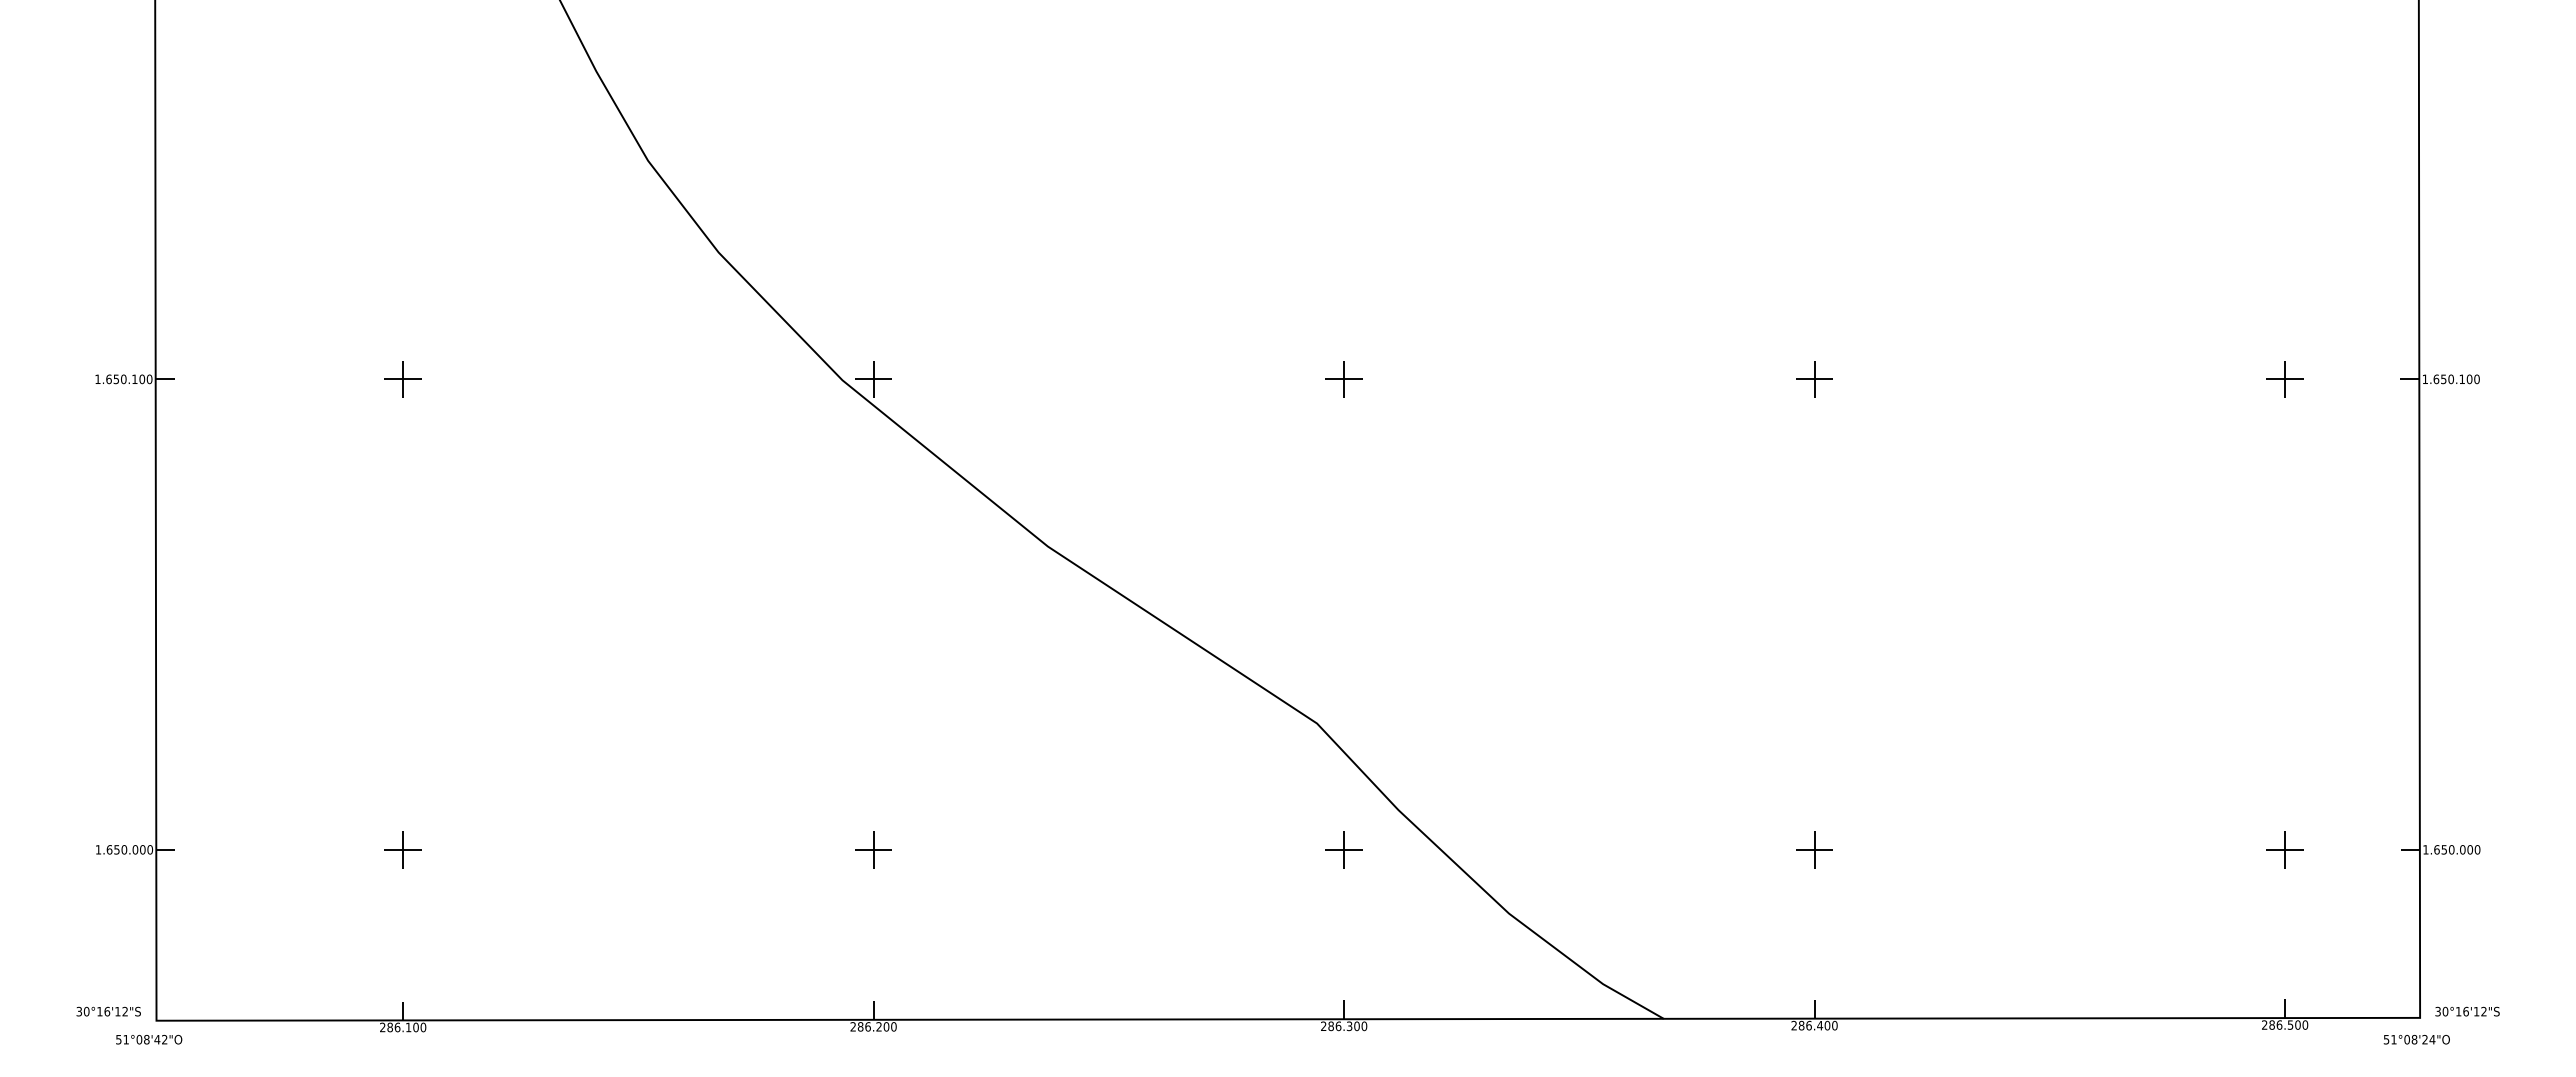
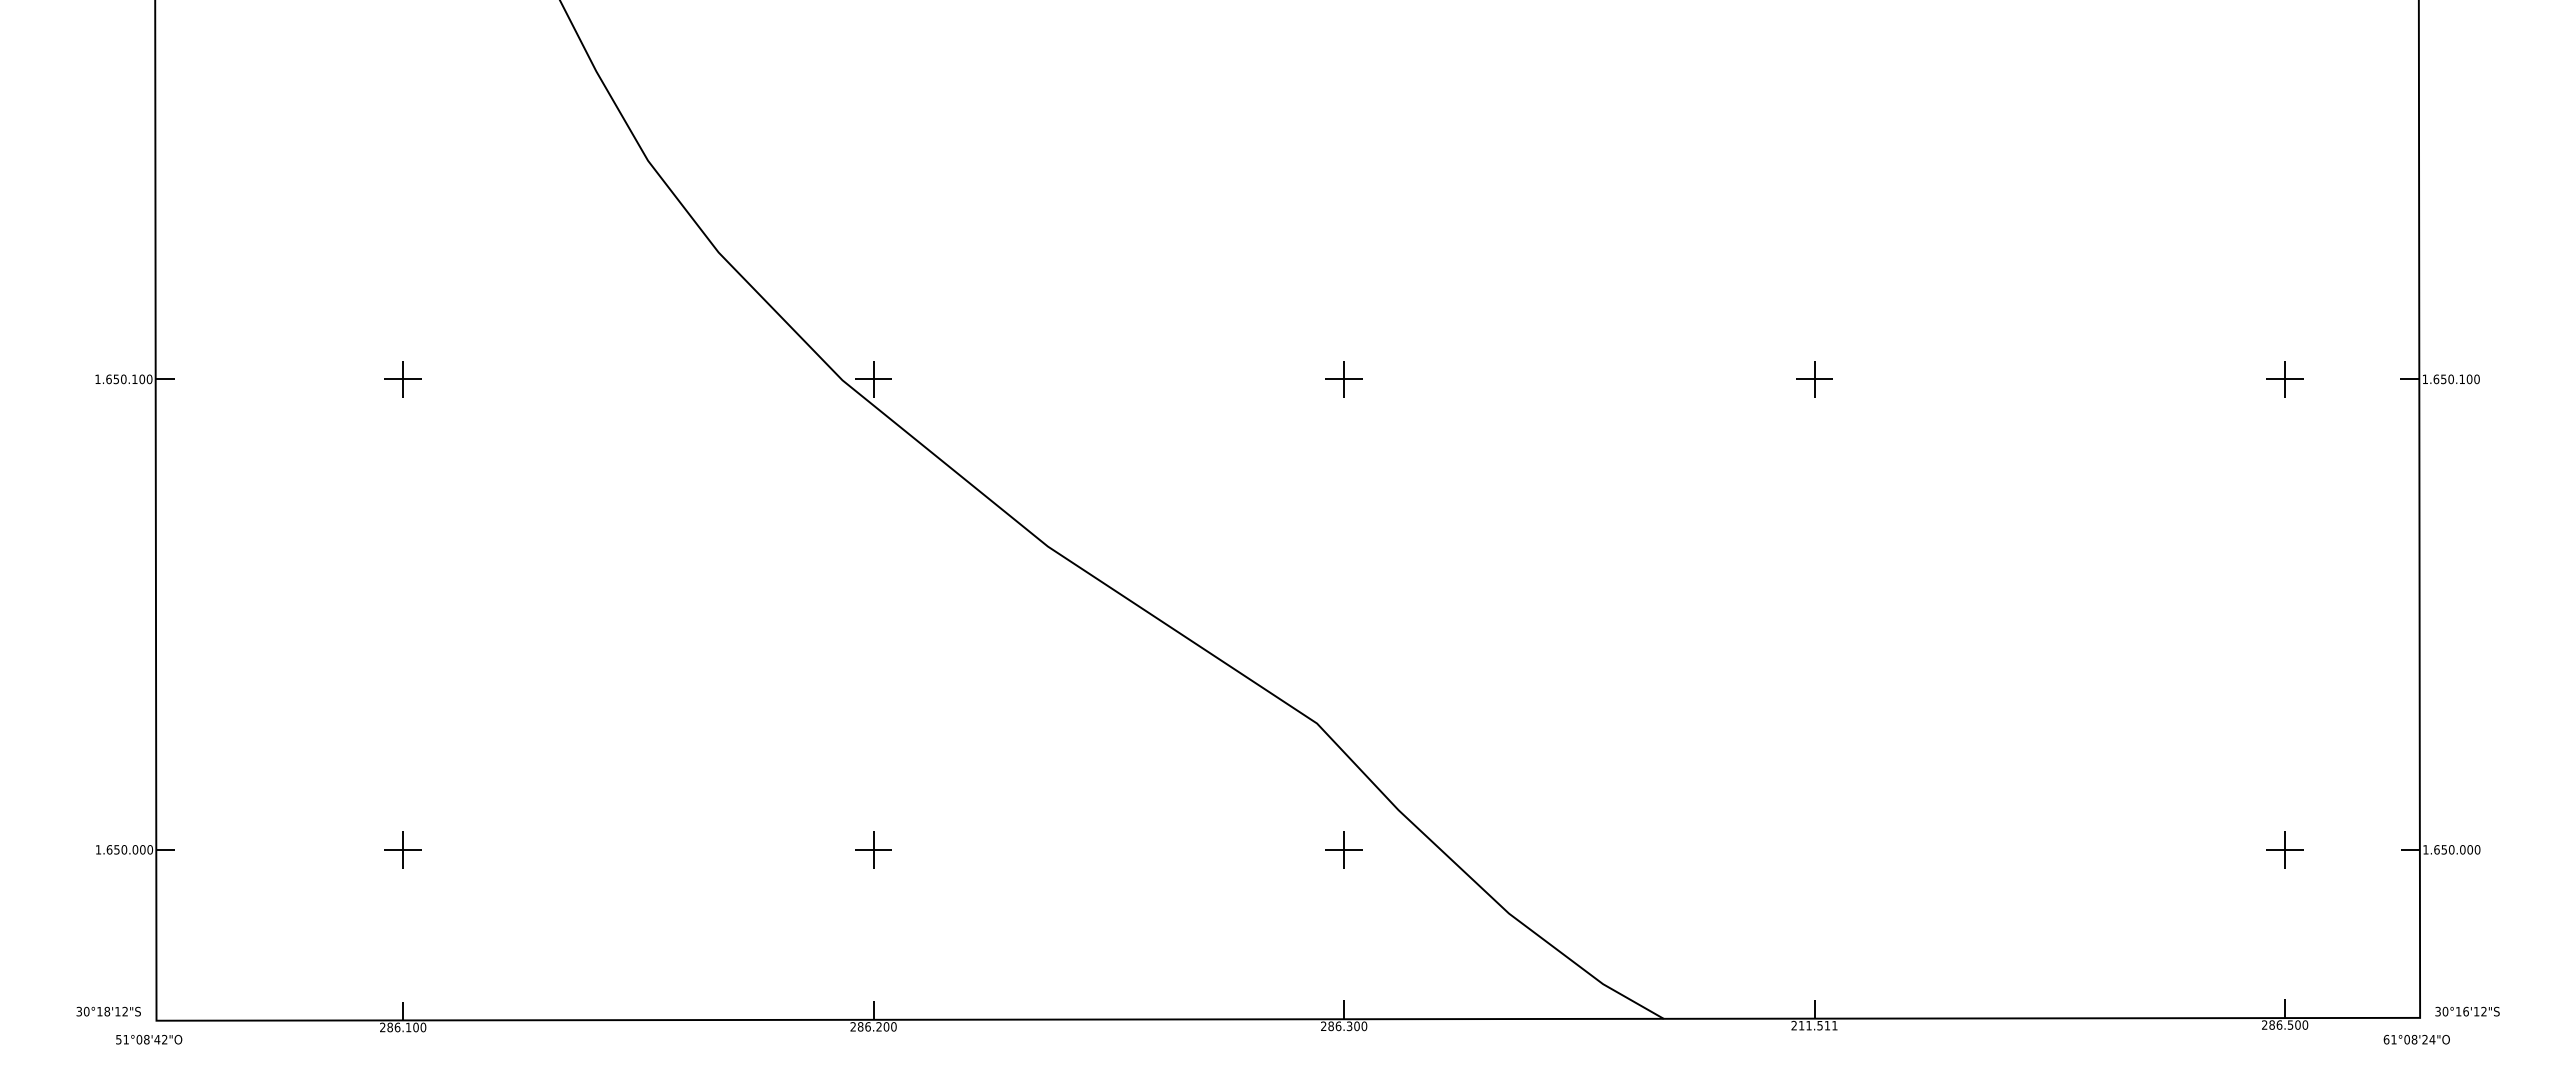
part at (1814, 849): present -> none
text at (107, 1011): 30°16'12"S -> 30°18'12"S
text at (1817, 1025): 286.400 -> 211.511
text at (2386, 1039): 51°08'24"O -> 61°08'24"O
